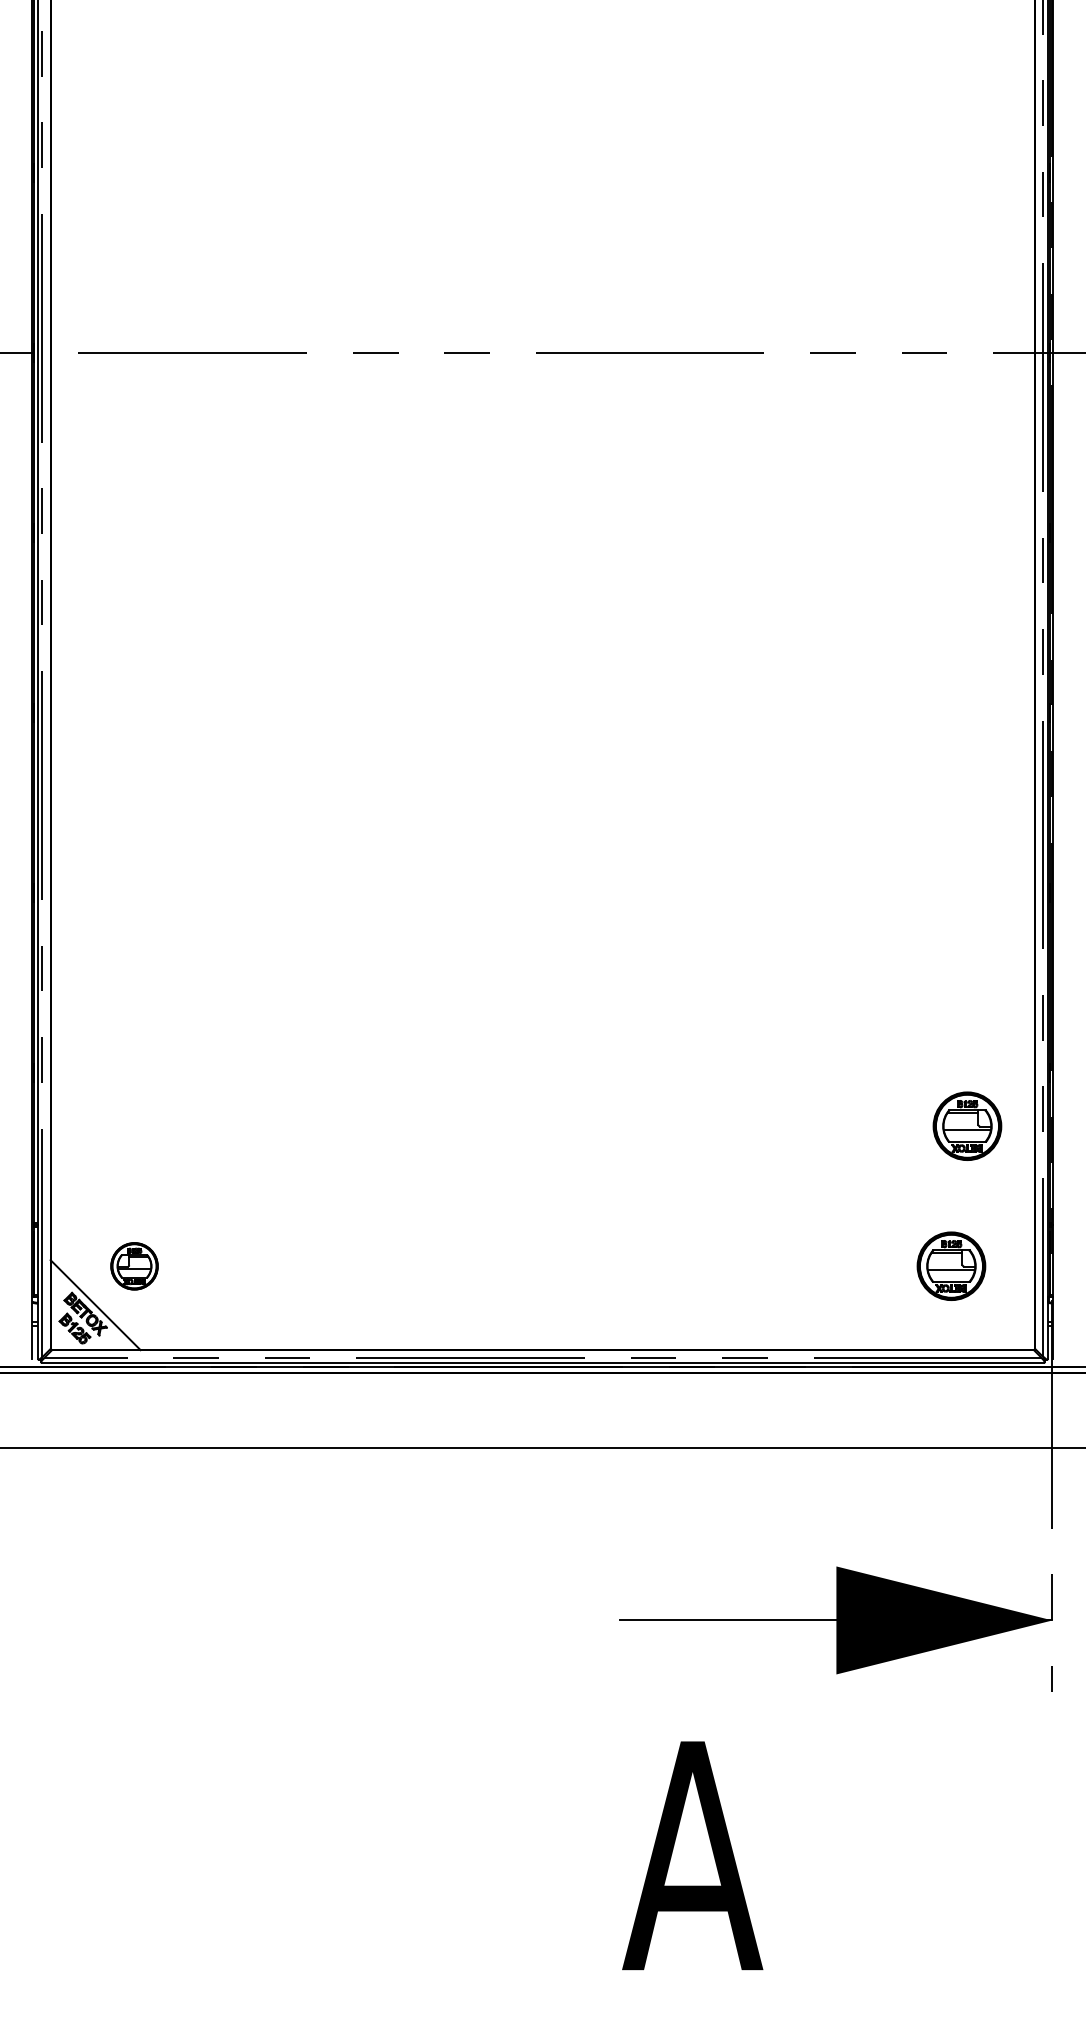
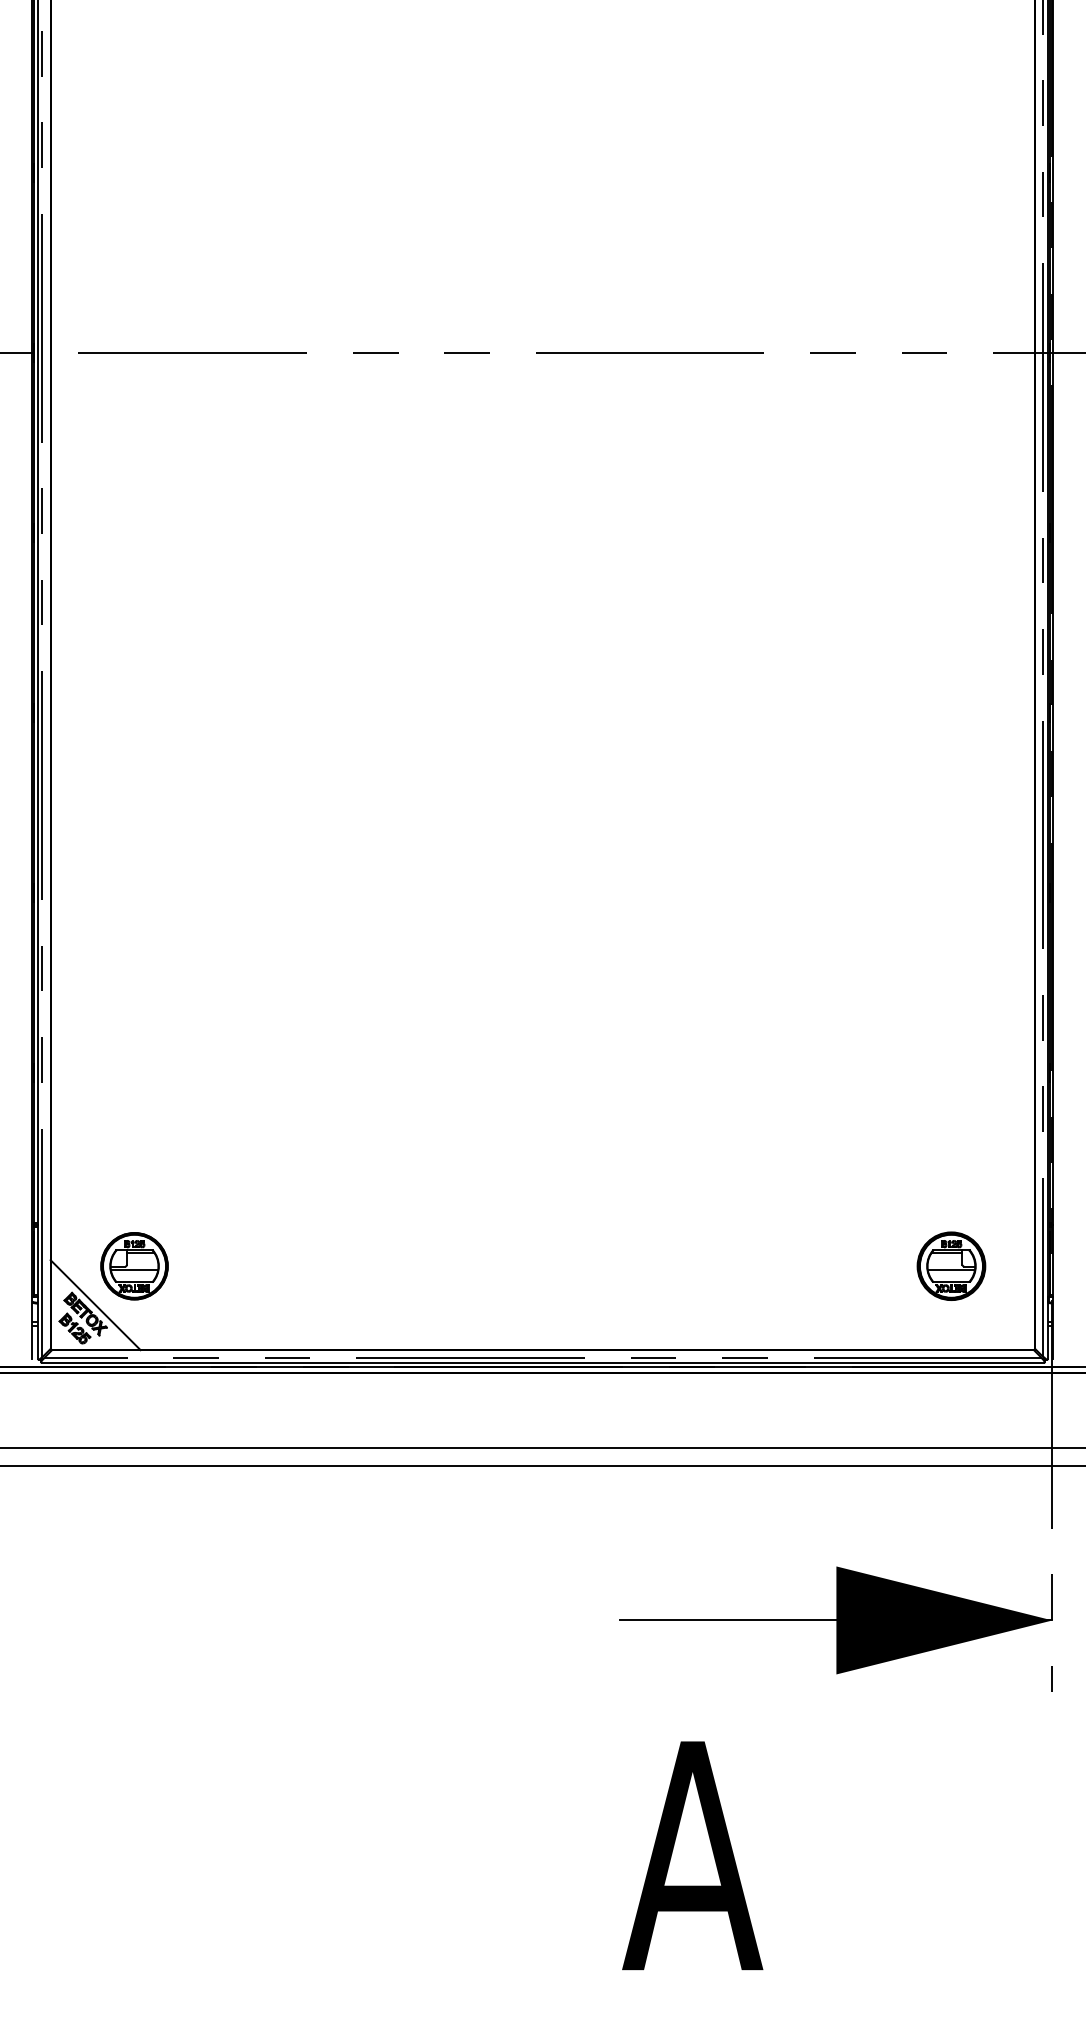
part at (967, 1125): present -> none
part at (134, 1266) size: 49x49 px -> 69x69 px
line at (542, 1465): none -> present
